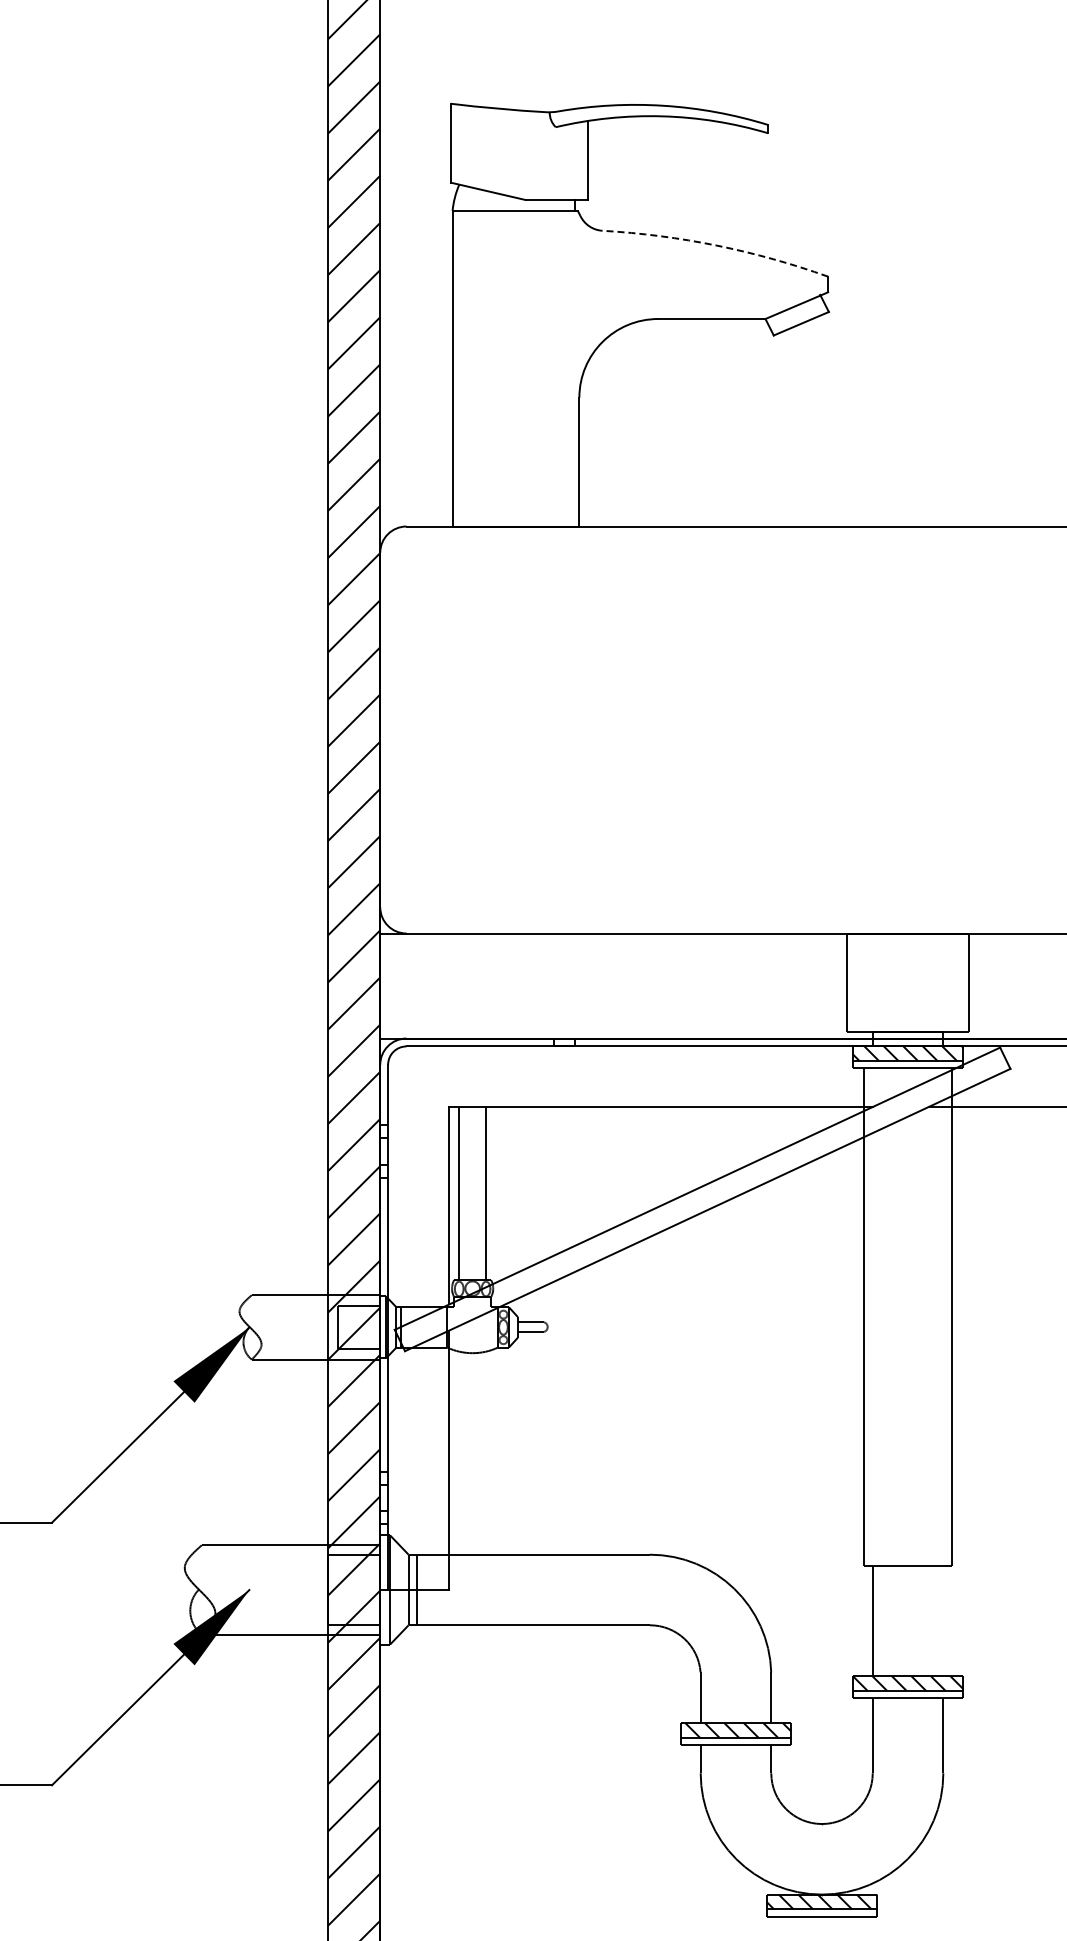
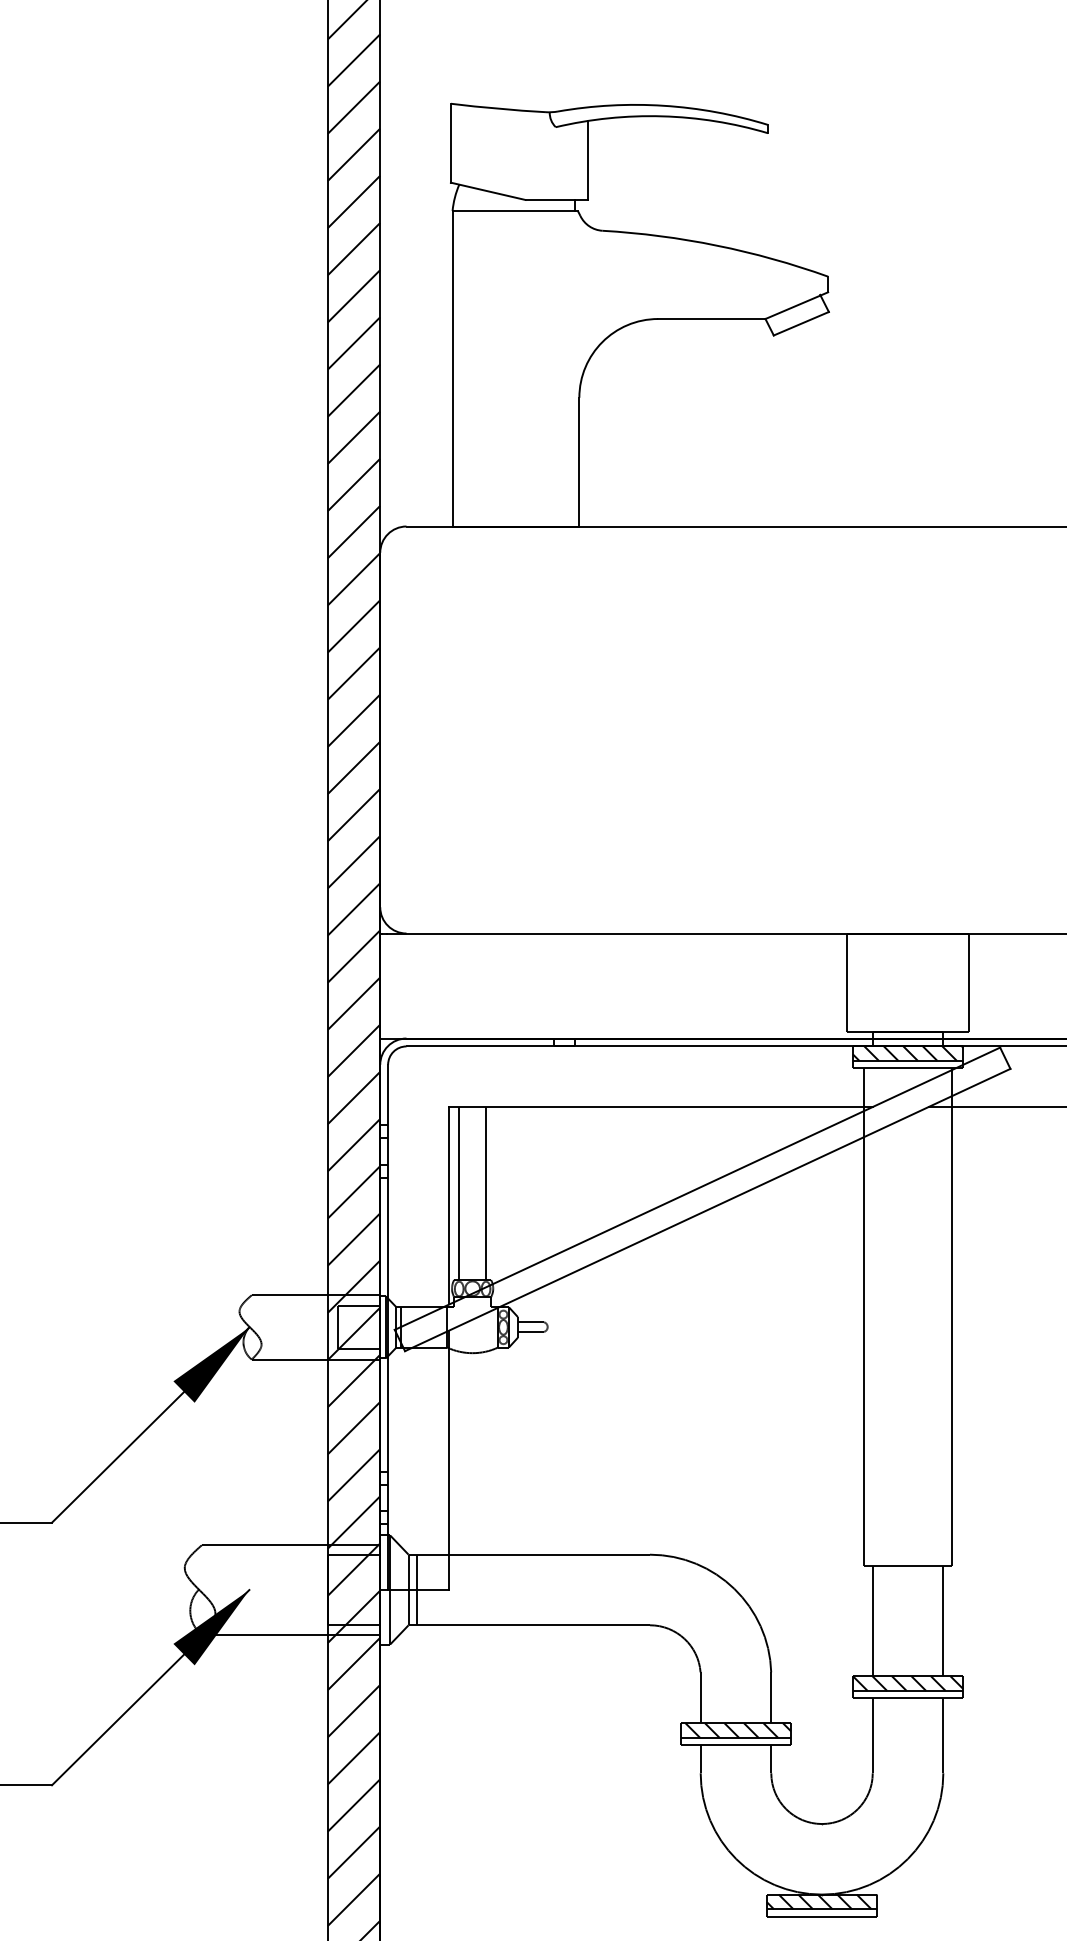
arc at (716, 245): dashed -> solid
line at (943, 1621): none -> present
